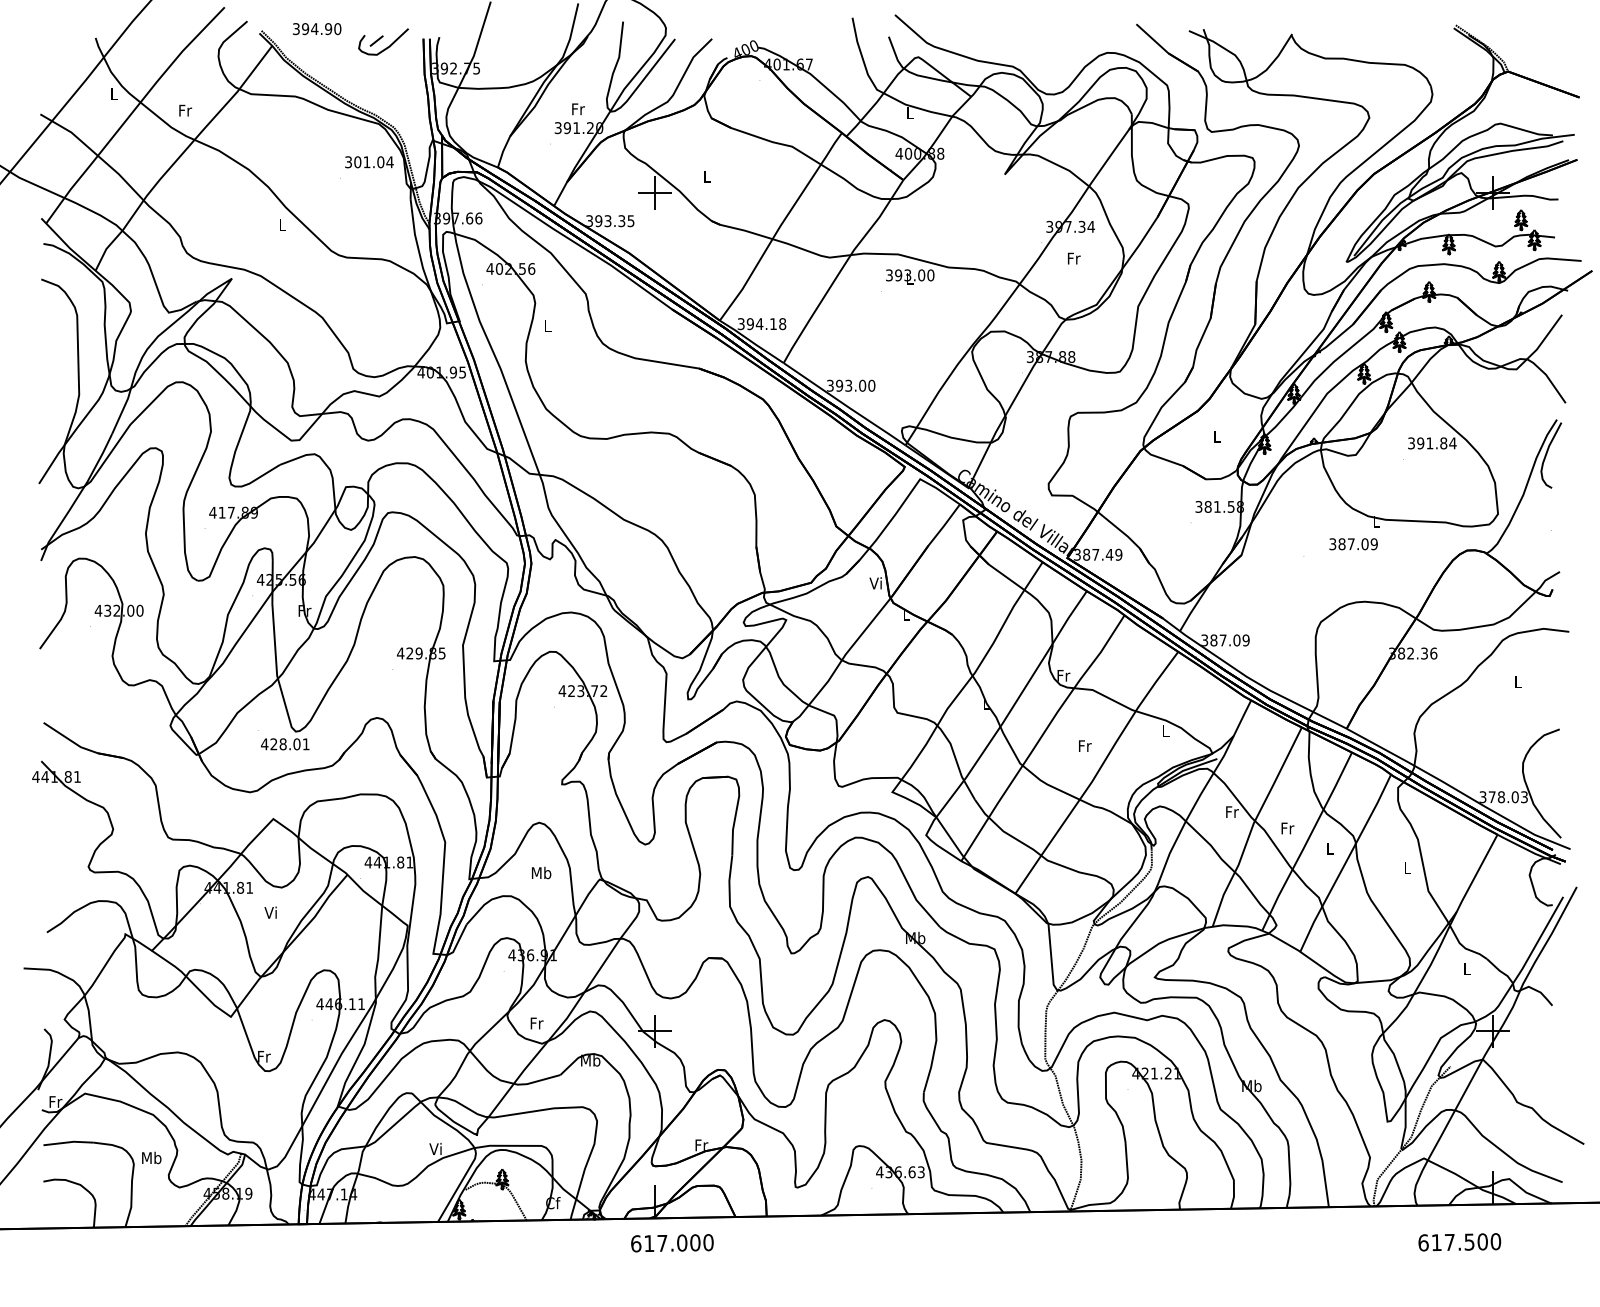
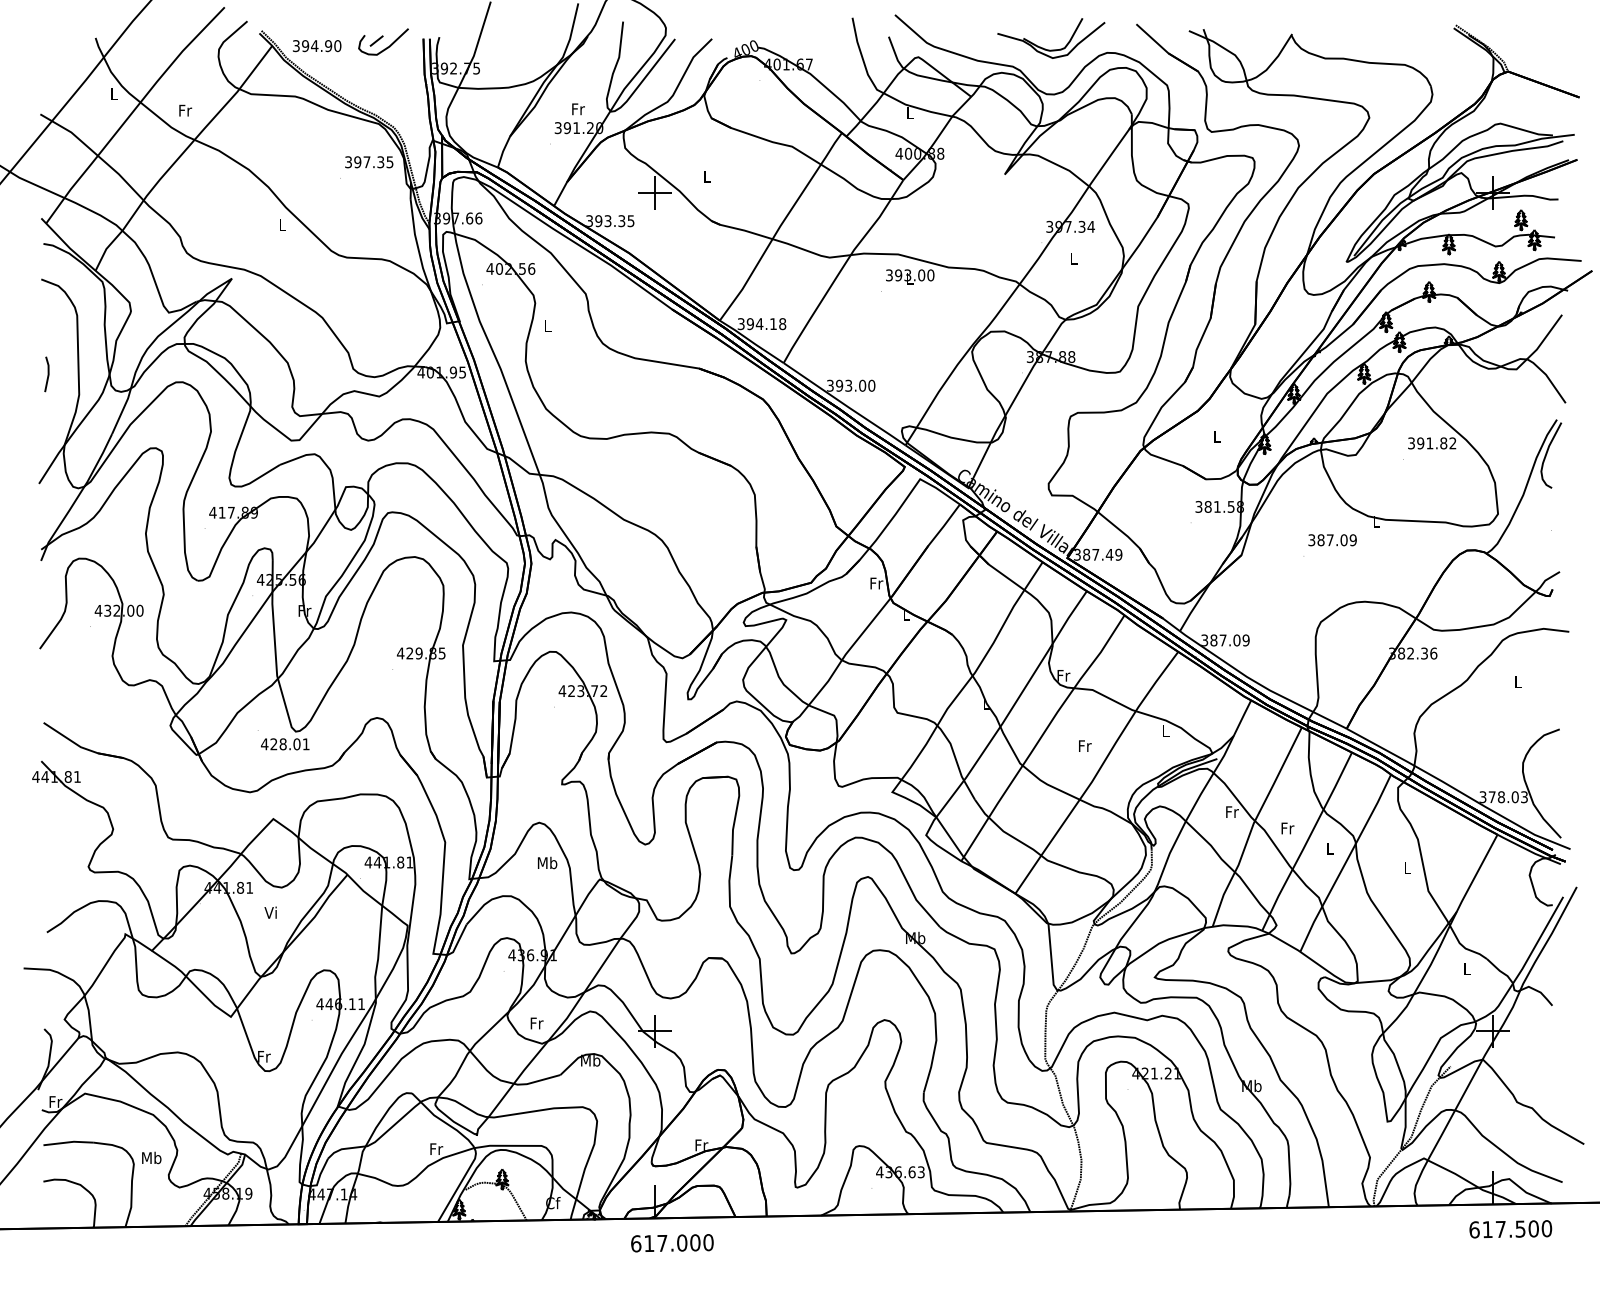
text at (317, 29) position: (317, 29) -> (317, 46)
part at (1051, 49): none -> present
text at (373, 162): 301.04 -> 397.35
text at (1074, 258): Fr -> L
line at (47, 374): none -> present
text at (1452, 443): 391.84 -> 391.82
text at (1353, 544) position: (1353, 544) -> (1332, 540)
text at (876, 583): Vi -> Fr
text at (541, 872) position: (541, 872) -> (547, 862)
text at (436, 1148): Vi -> Fr
text at (1459, 1242) position: (1459, 1242) -> (1510, 1229)
